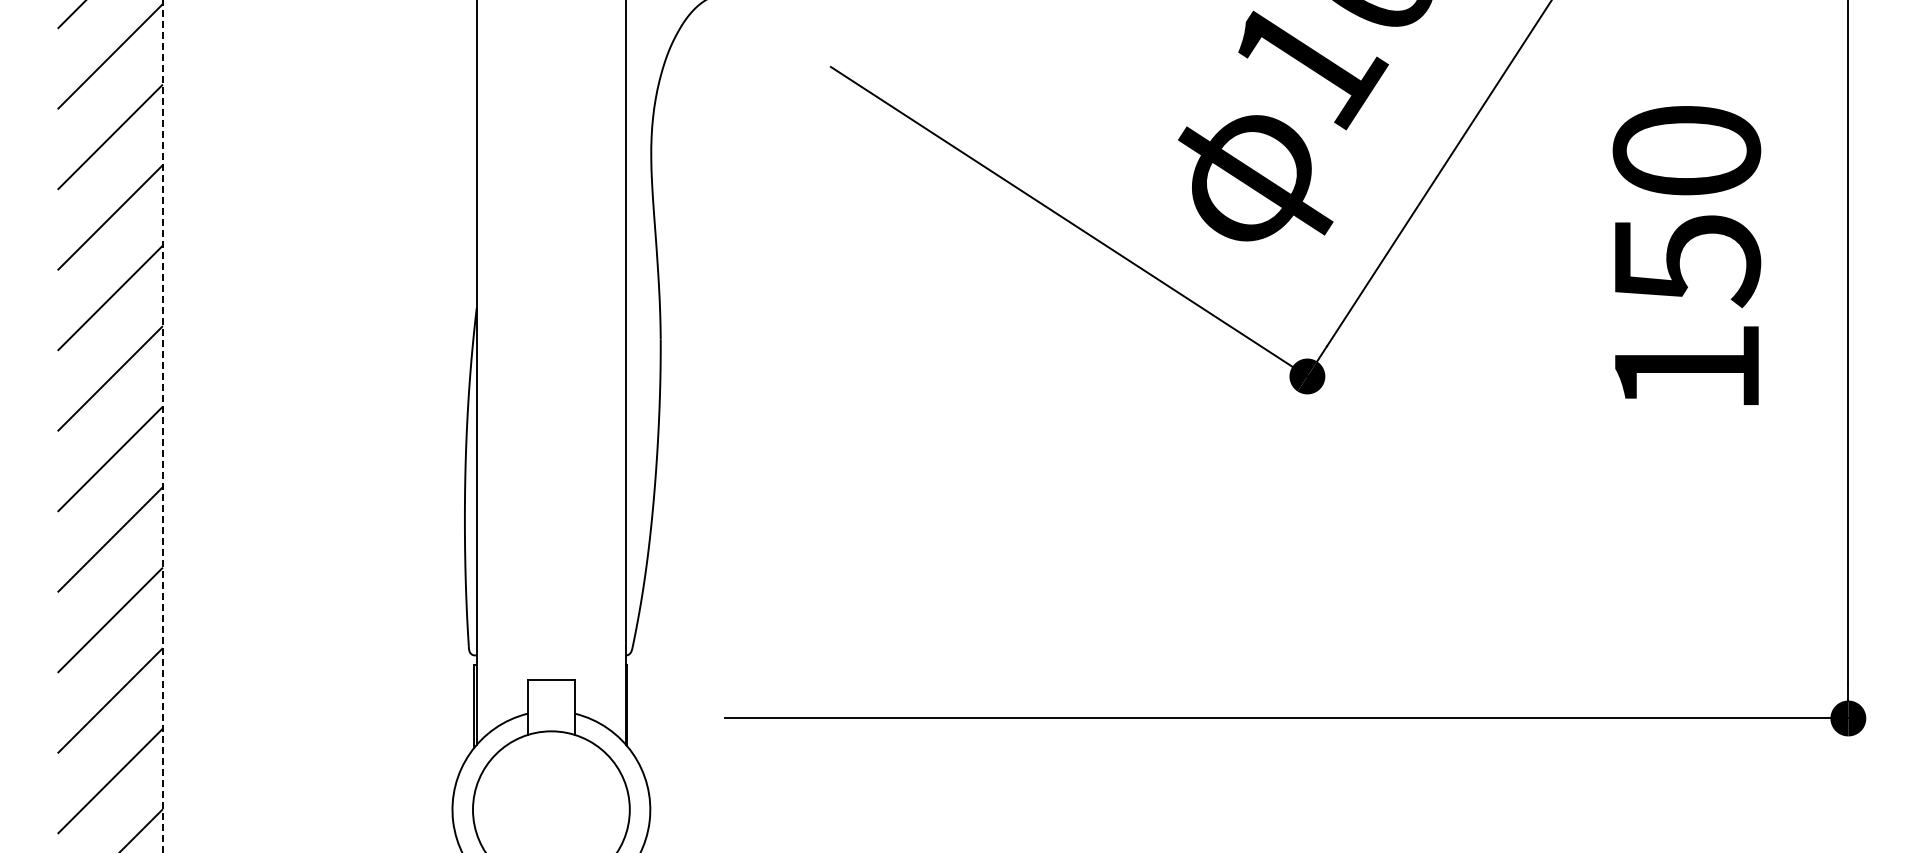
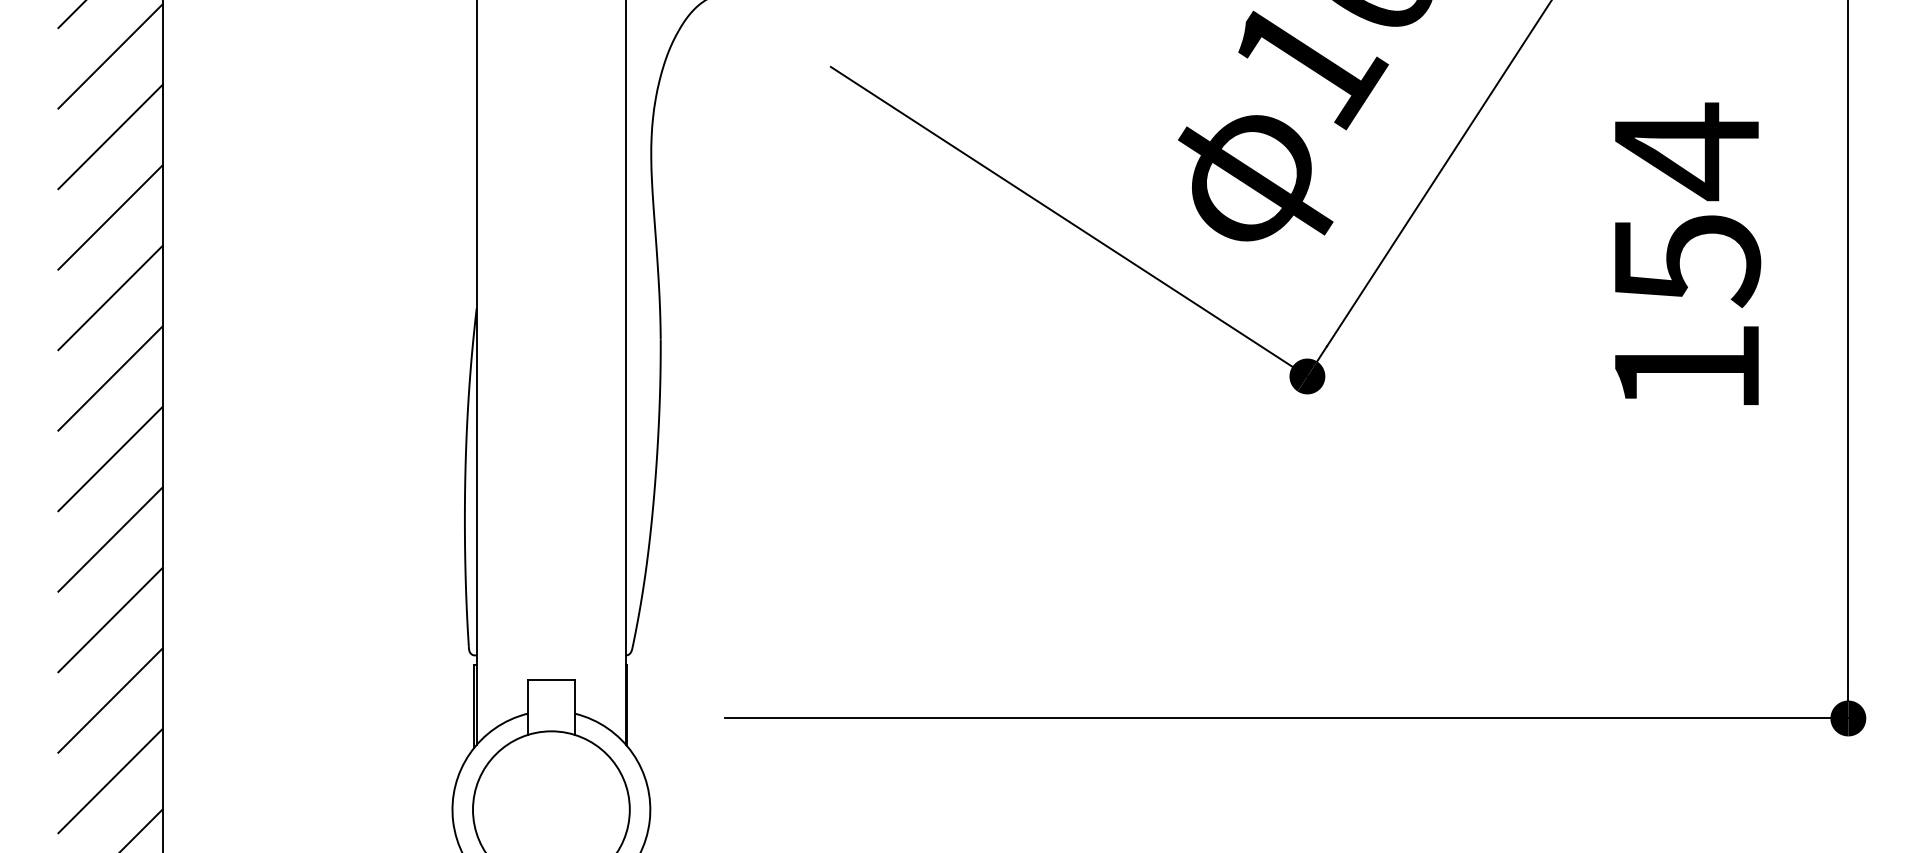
text at (1686, 151): 150 -> 154
line at (162, 426): dashed -> solid
